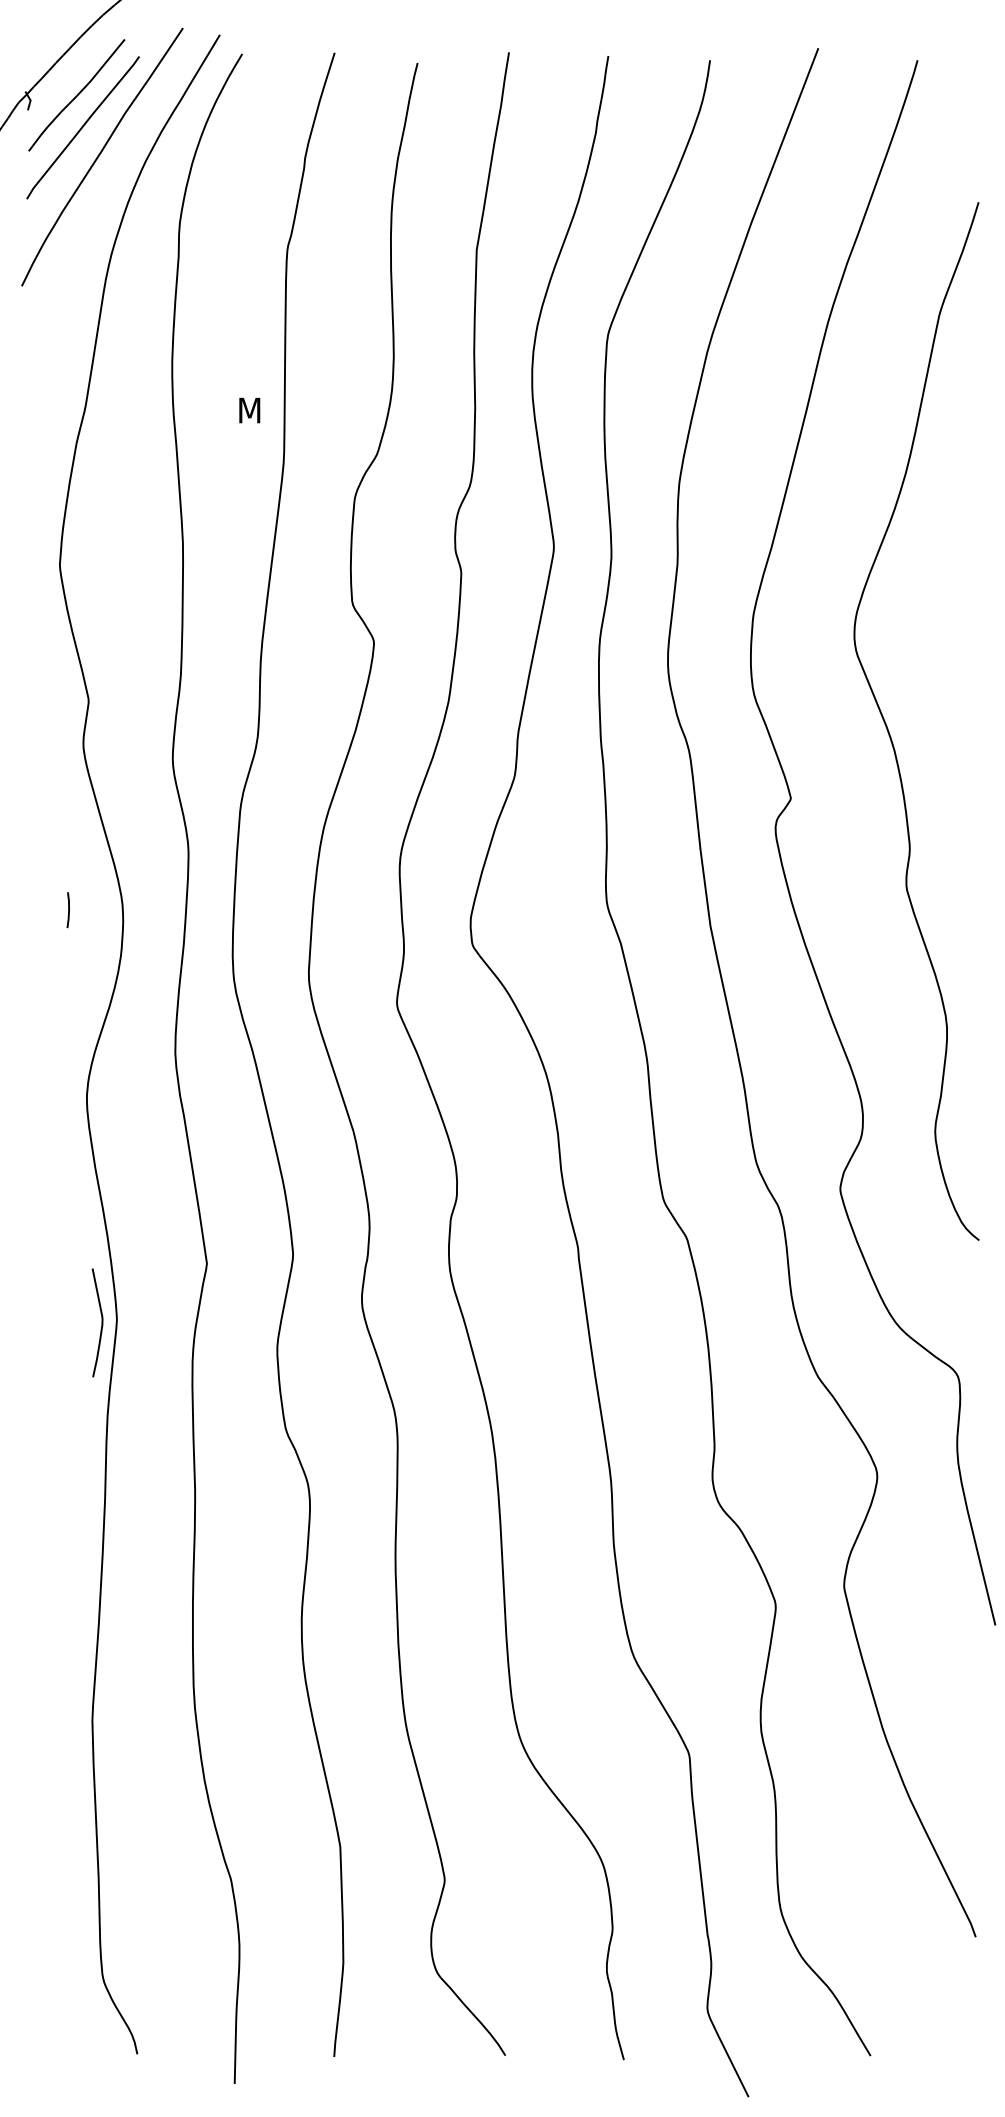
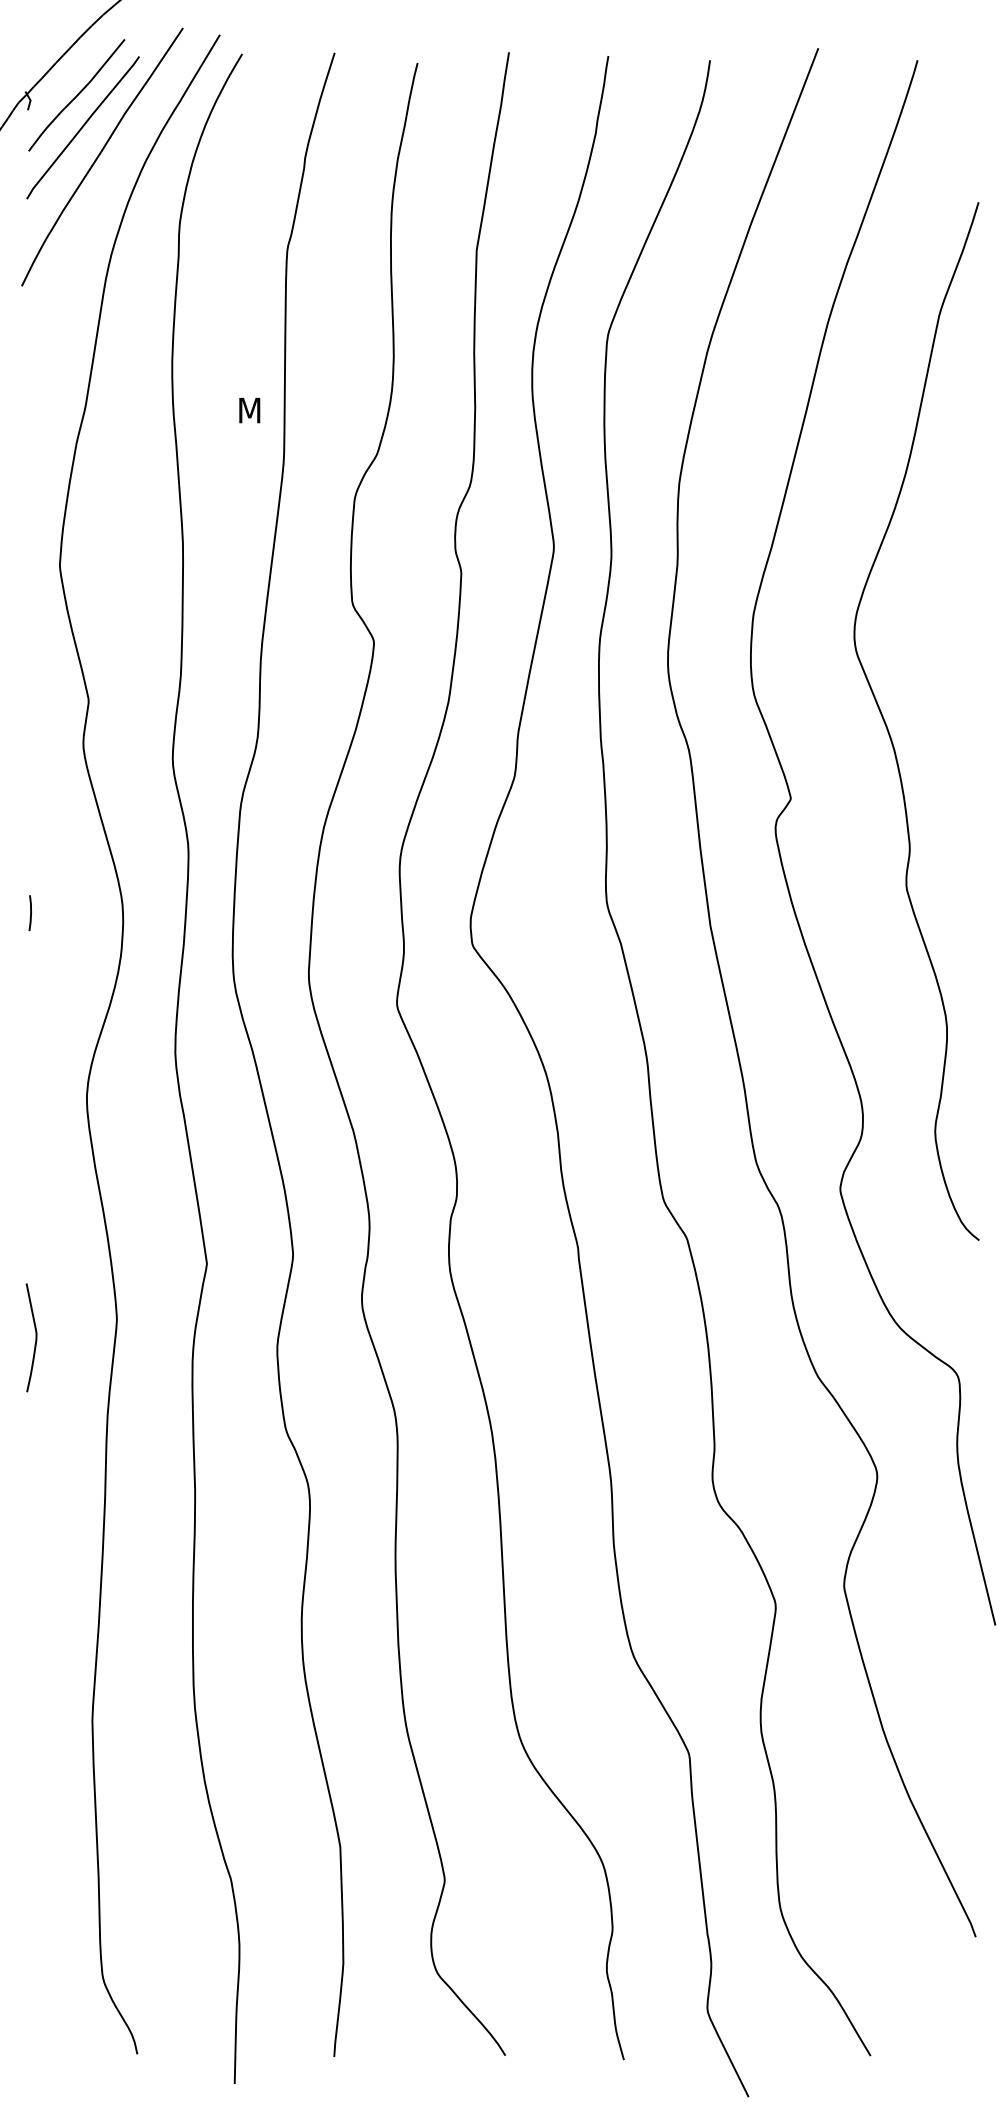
line at (68, 910) position: (68, 910) -> (30, 913)
curve at (101, 1322) position: (101, 1322) -> (35, 1337)
